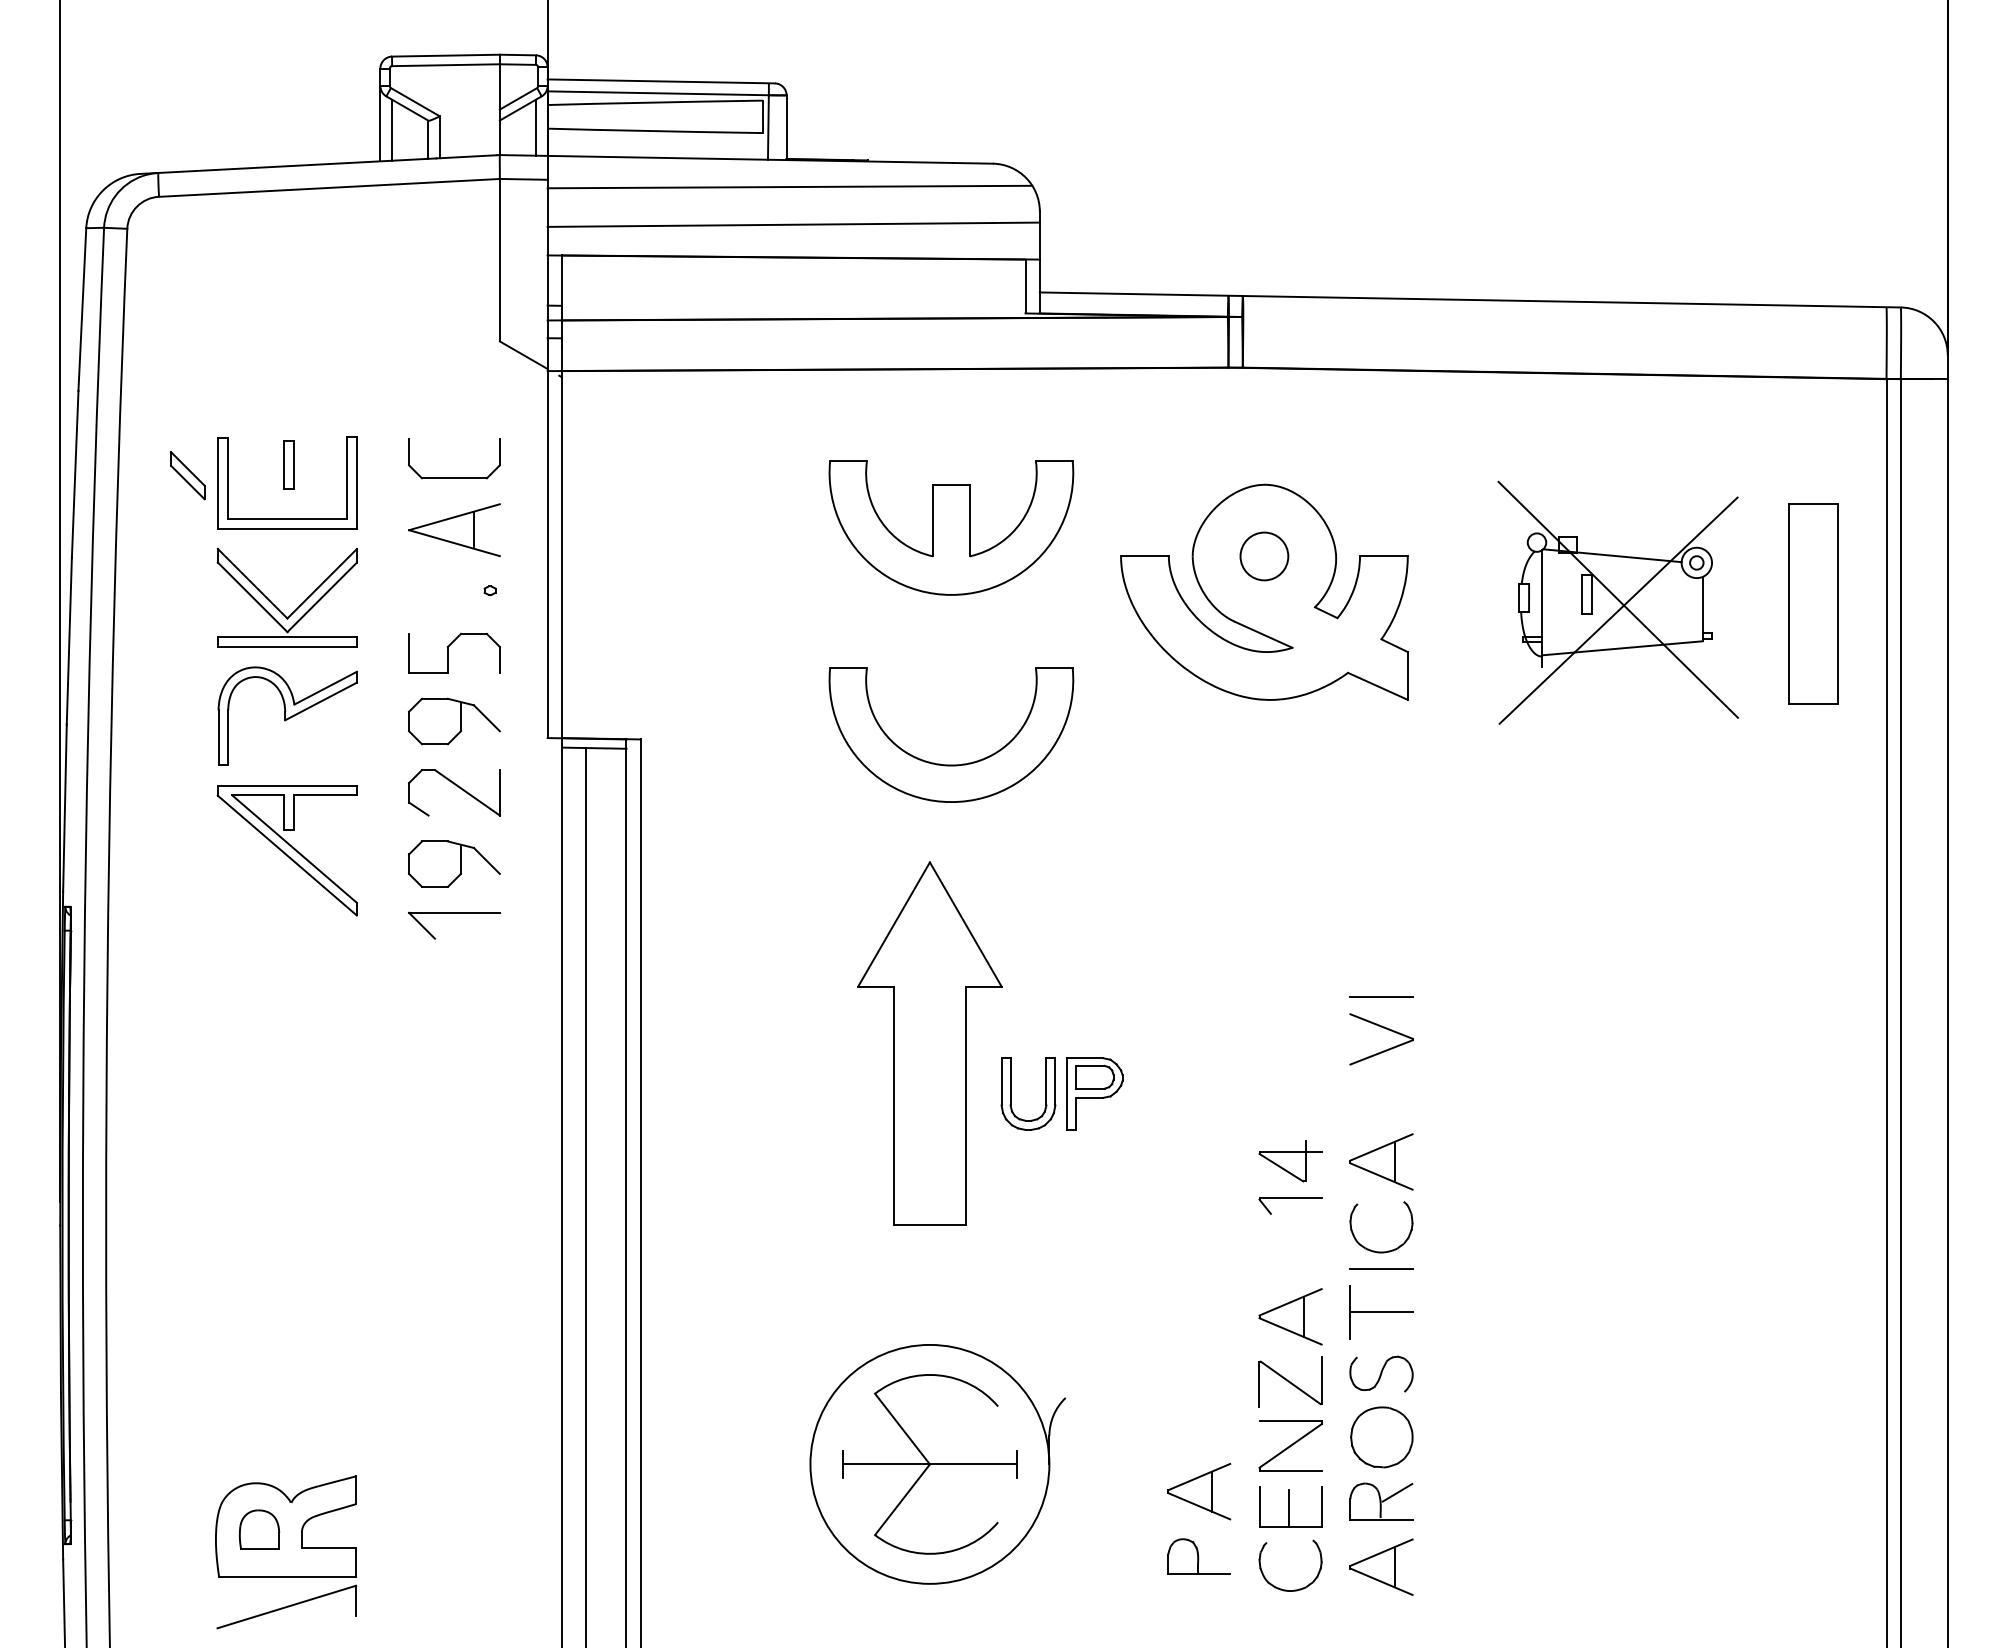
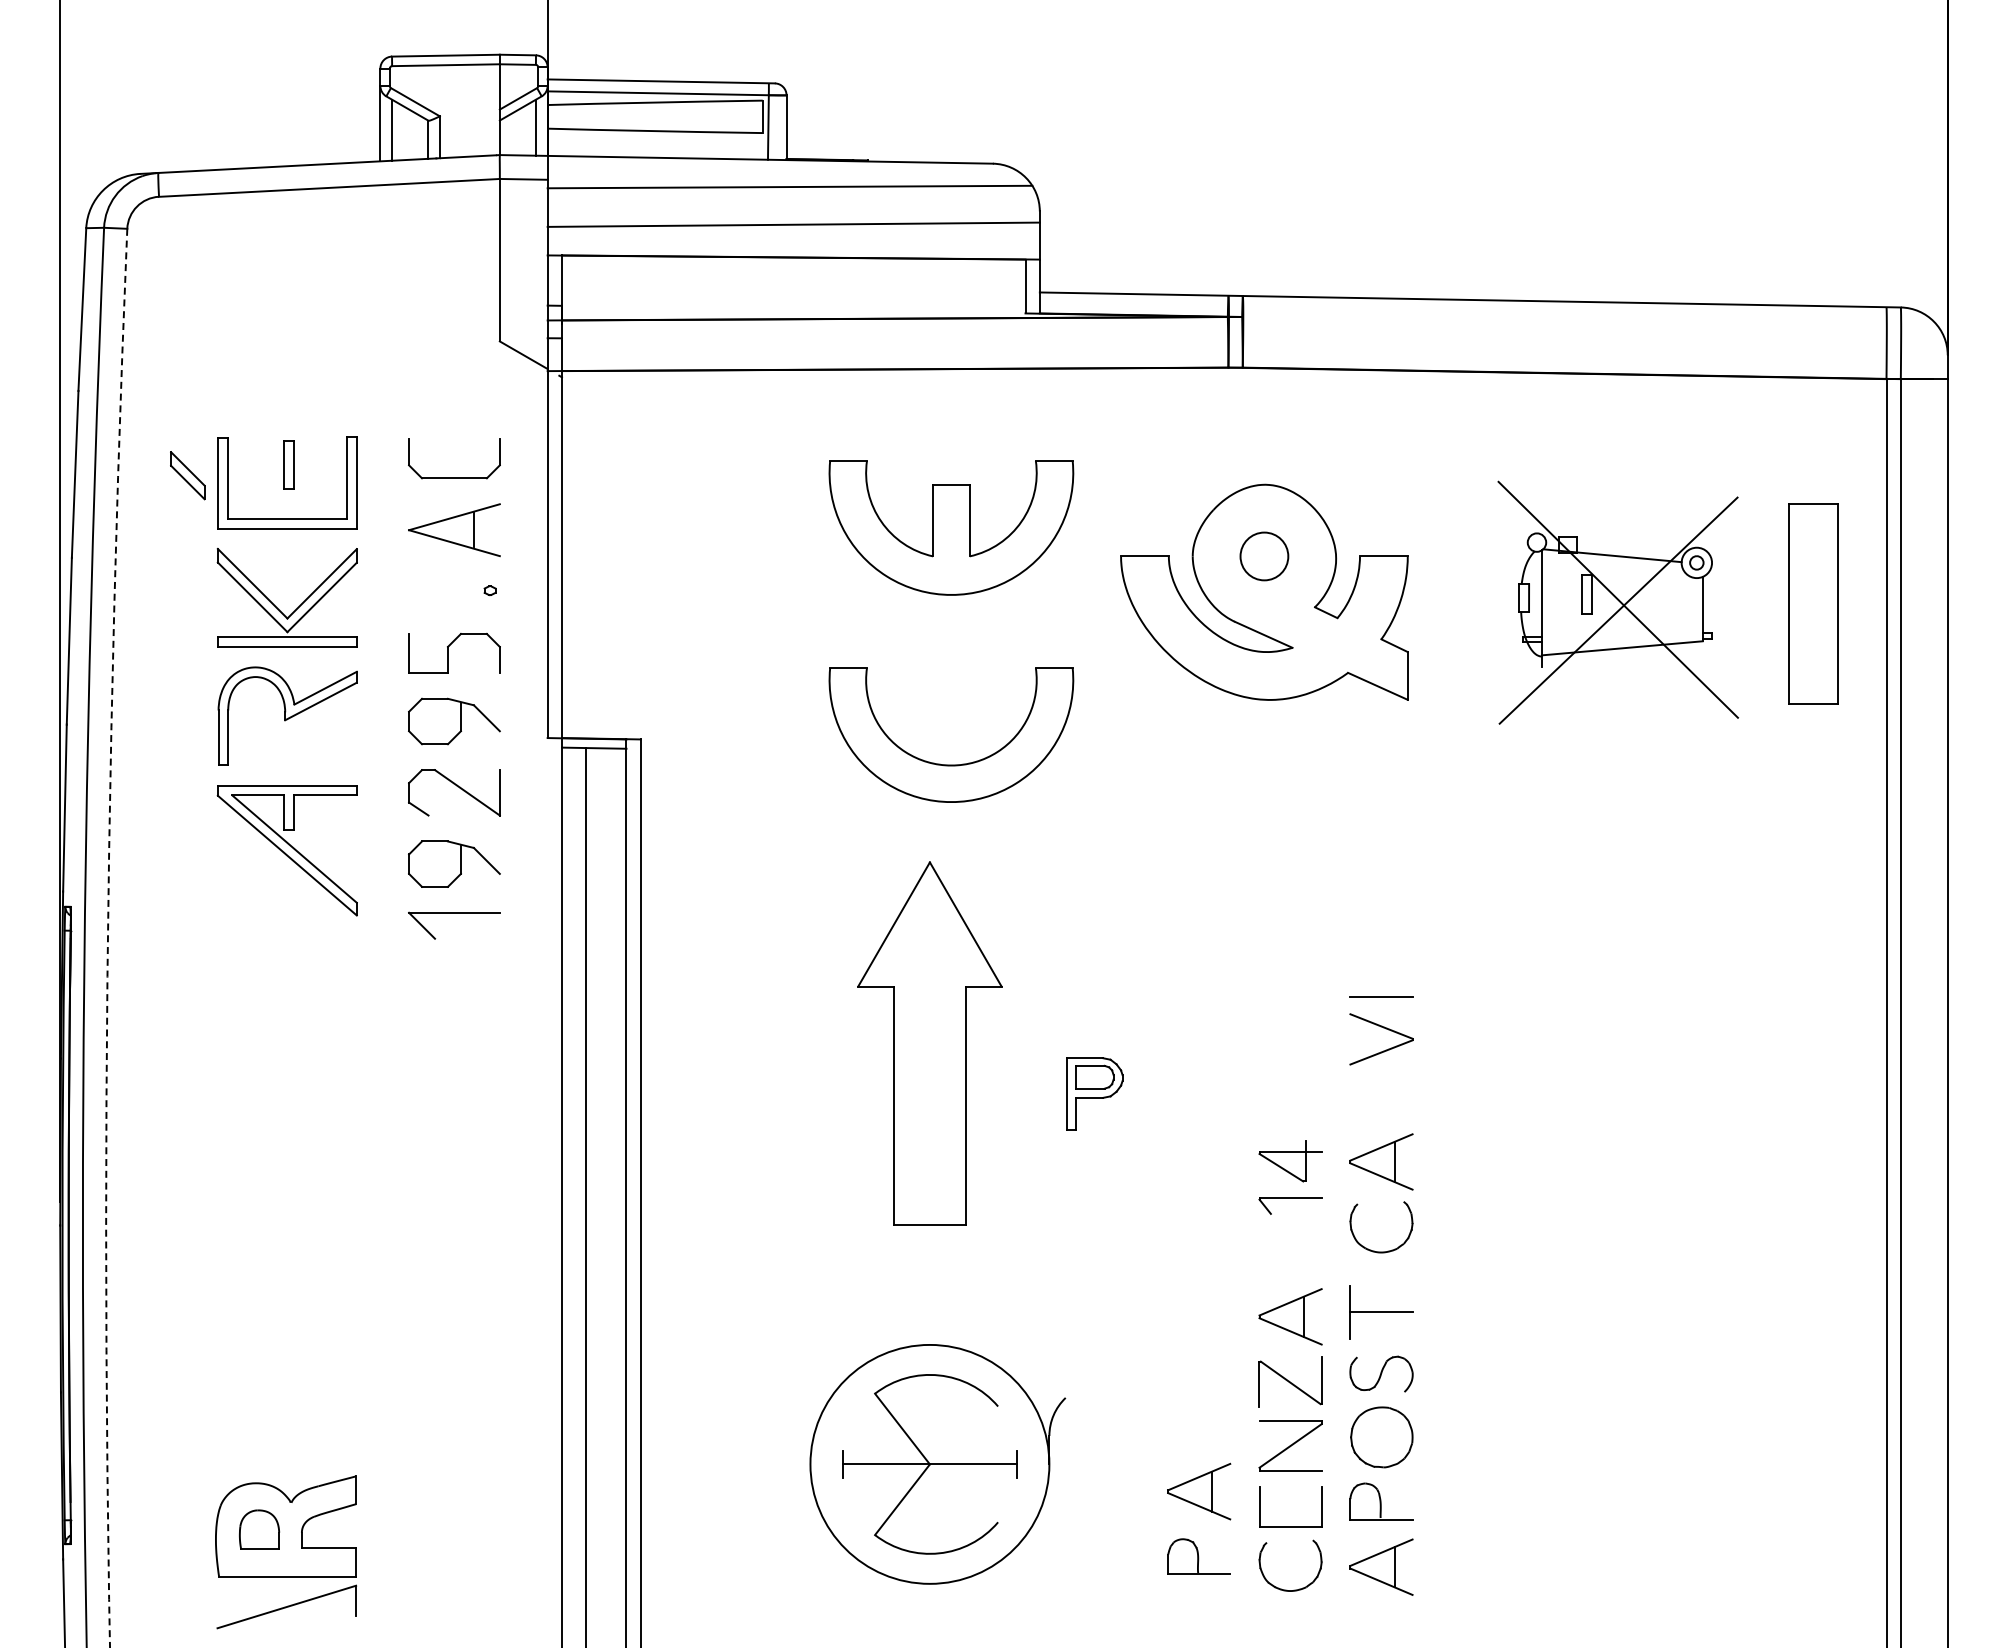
arc at (107, 938): solid -> dashed
part at (1011, 1093): present -> none
line at (1381, 1269): present -> none
line at (1397, 1492): present -> none
line at (1289, 1508): present -> none
